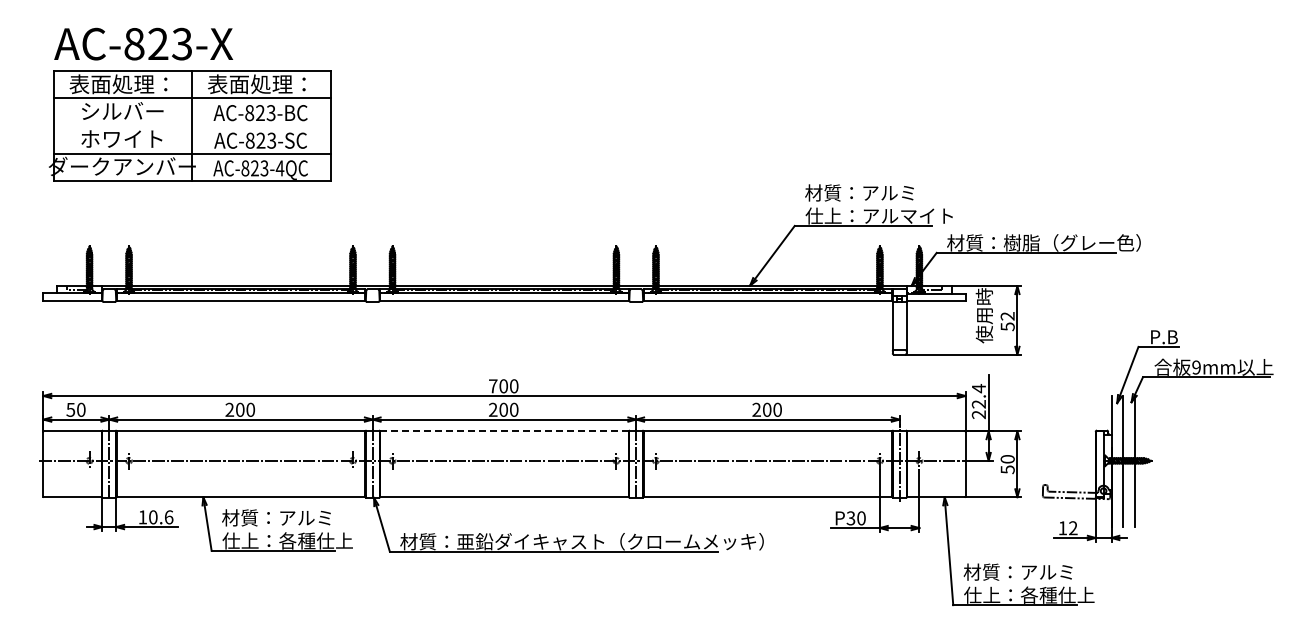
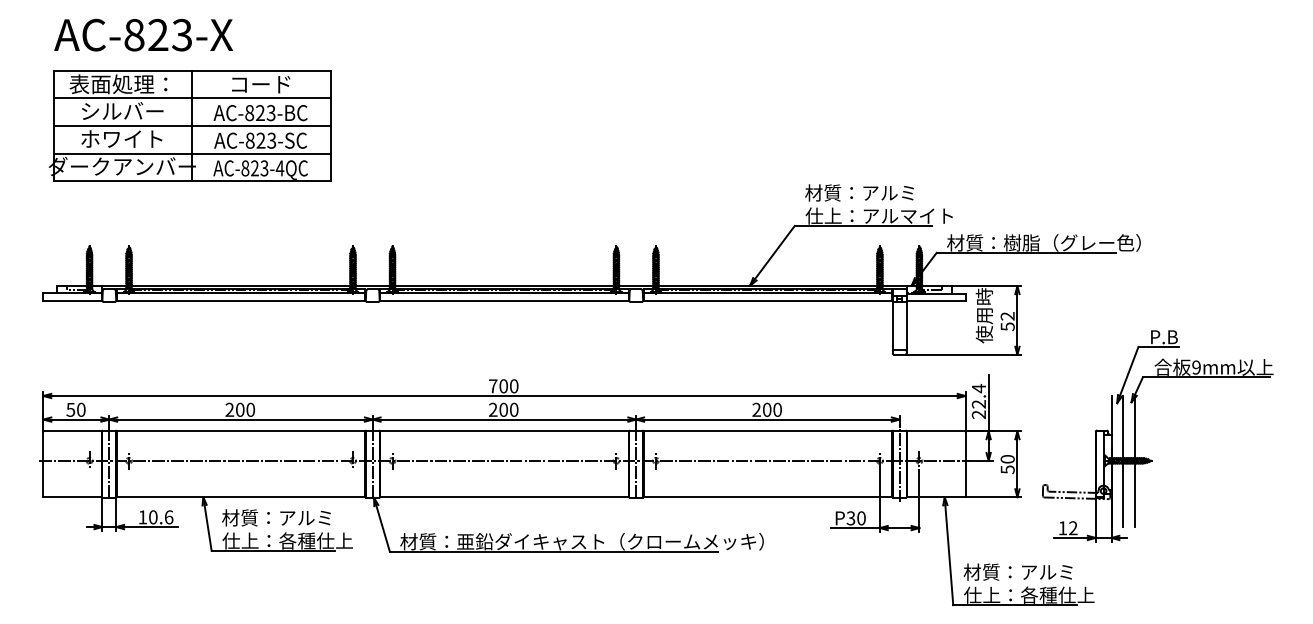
text at (143, 43) position: (143, 43) -> (143, 34)
text at (256, 84): 表面処理： -> コード
line at (191, 126): none -> present
line at (503, 431): dashed -> solid
